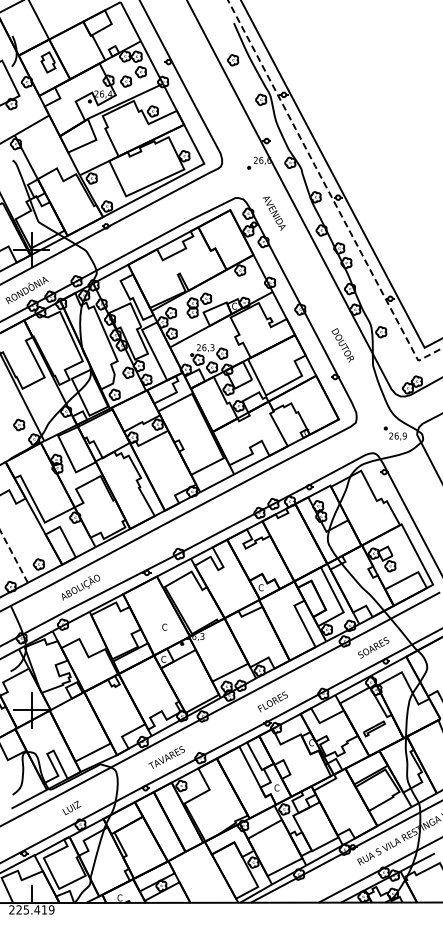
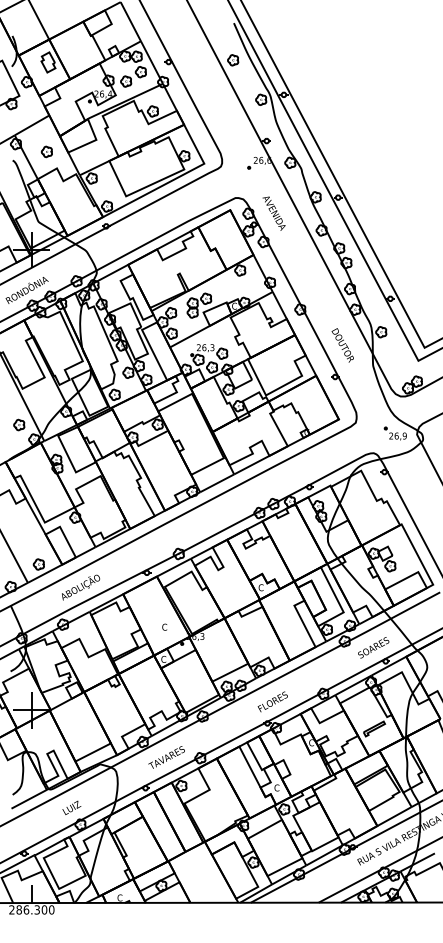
part at (46, 151): none -> present
line at (329, 193): dashed -> solid
line at (14, 556): dashed -> solid
text at (35, 909): 225.419 -> 286.300
